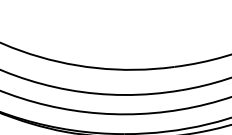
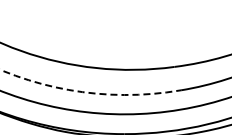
arc at (90, 93): solid -> dashed
